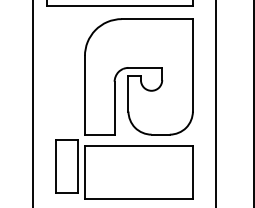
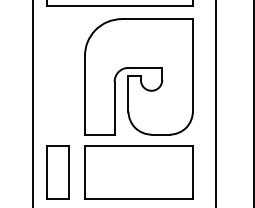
part at (66, 166) position: (66, 166) -> (57, 172)
